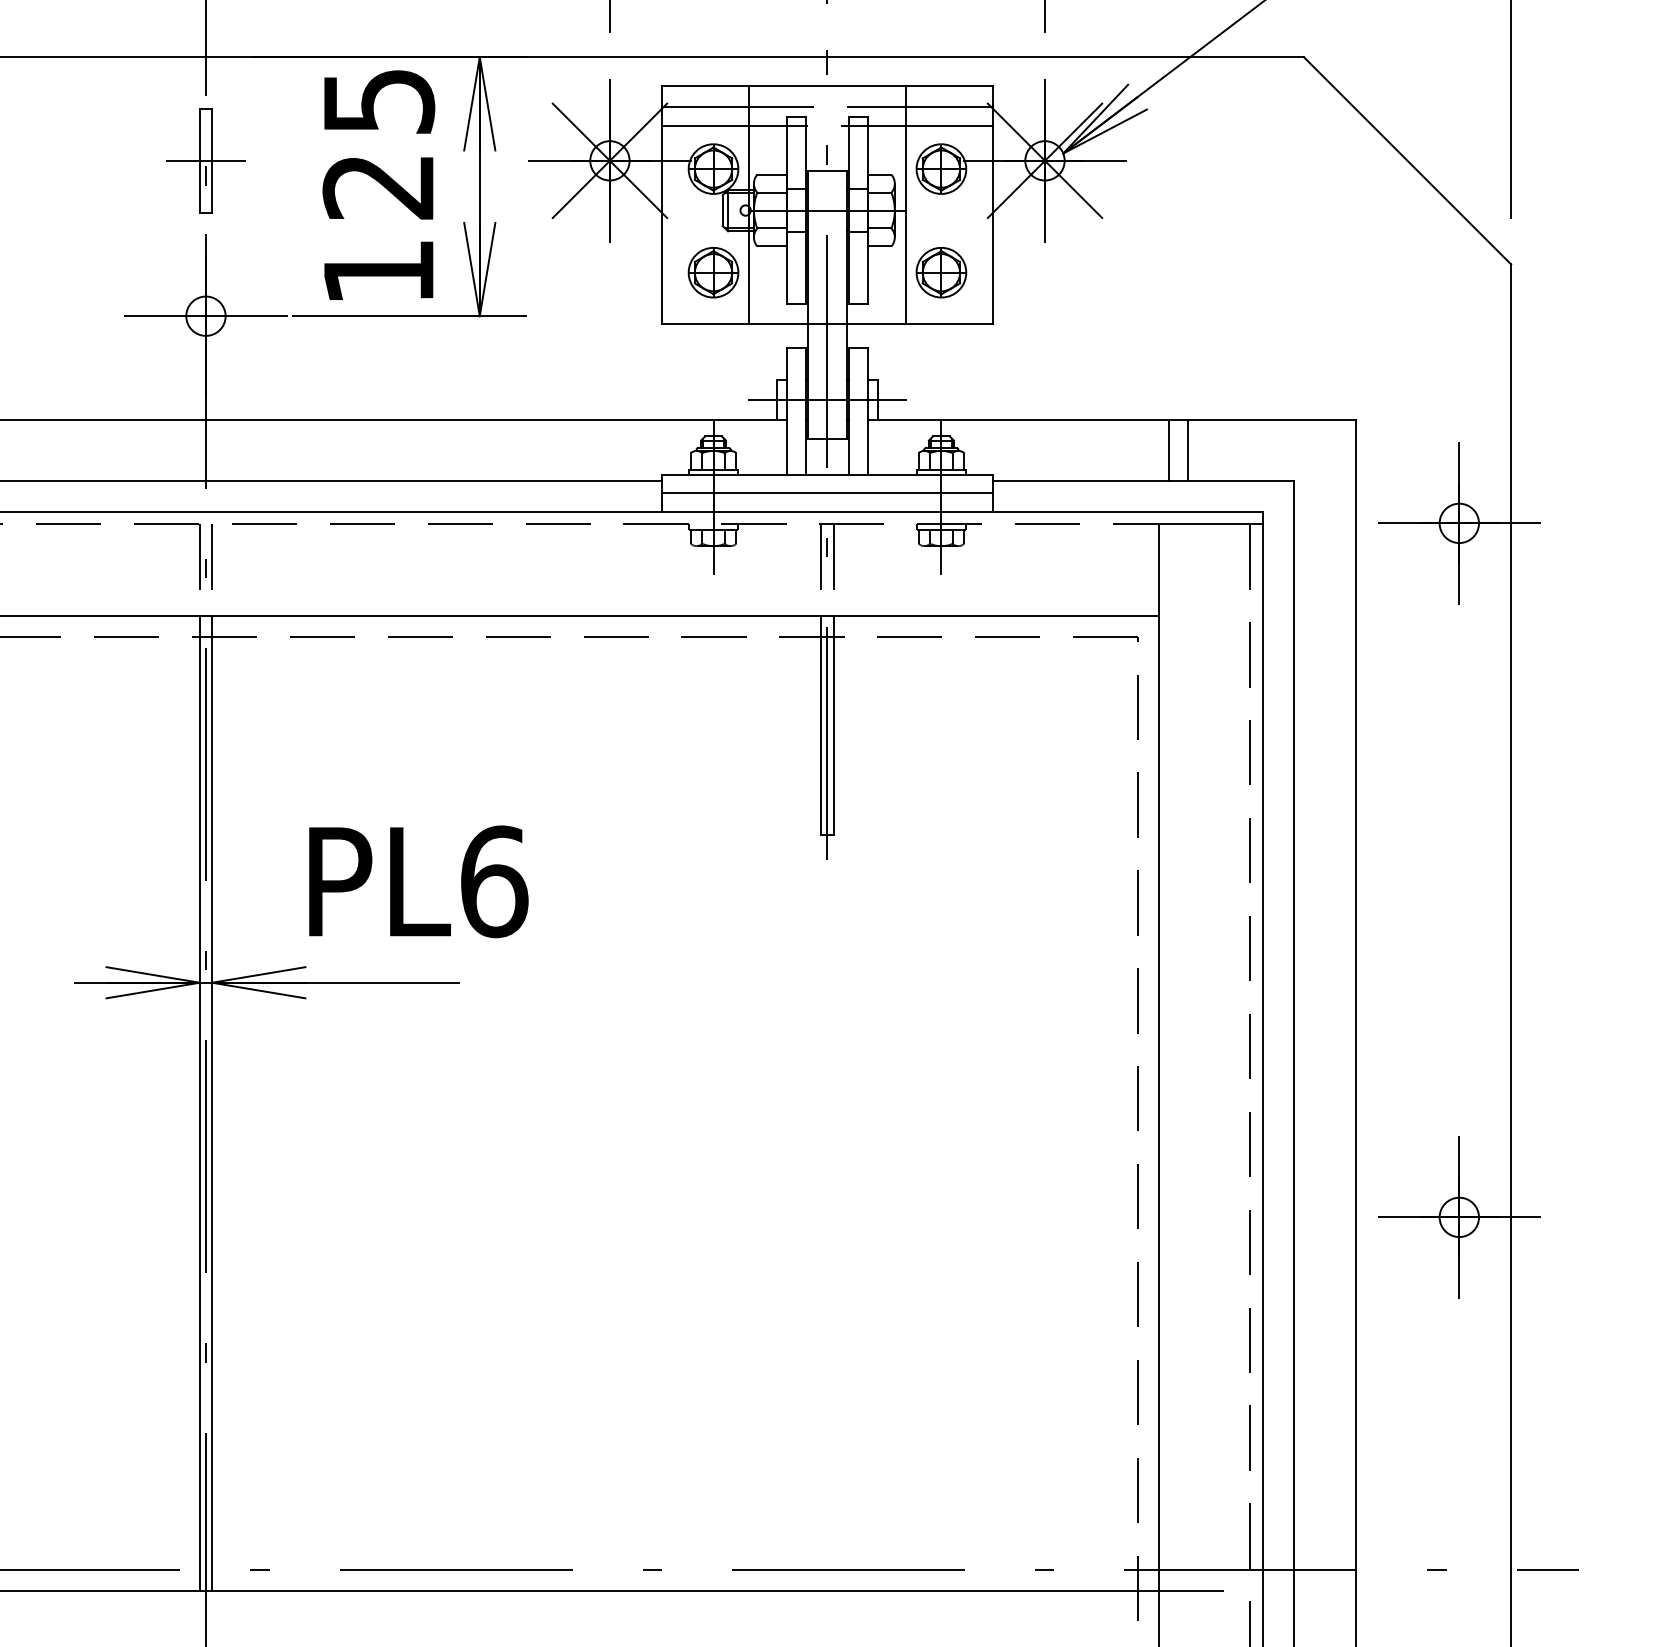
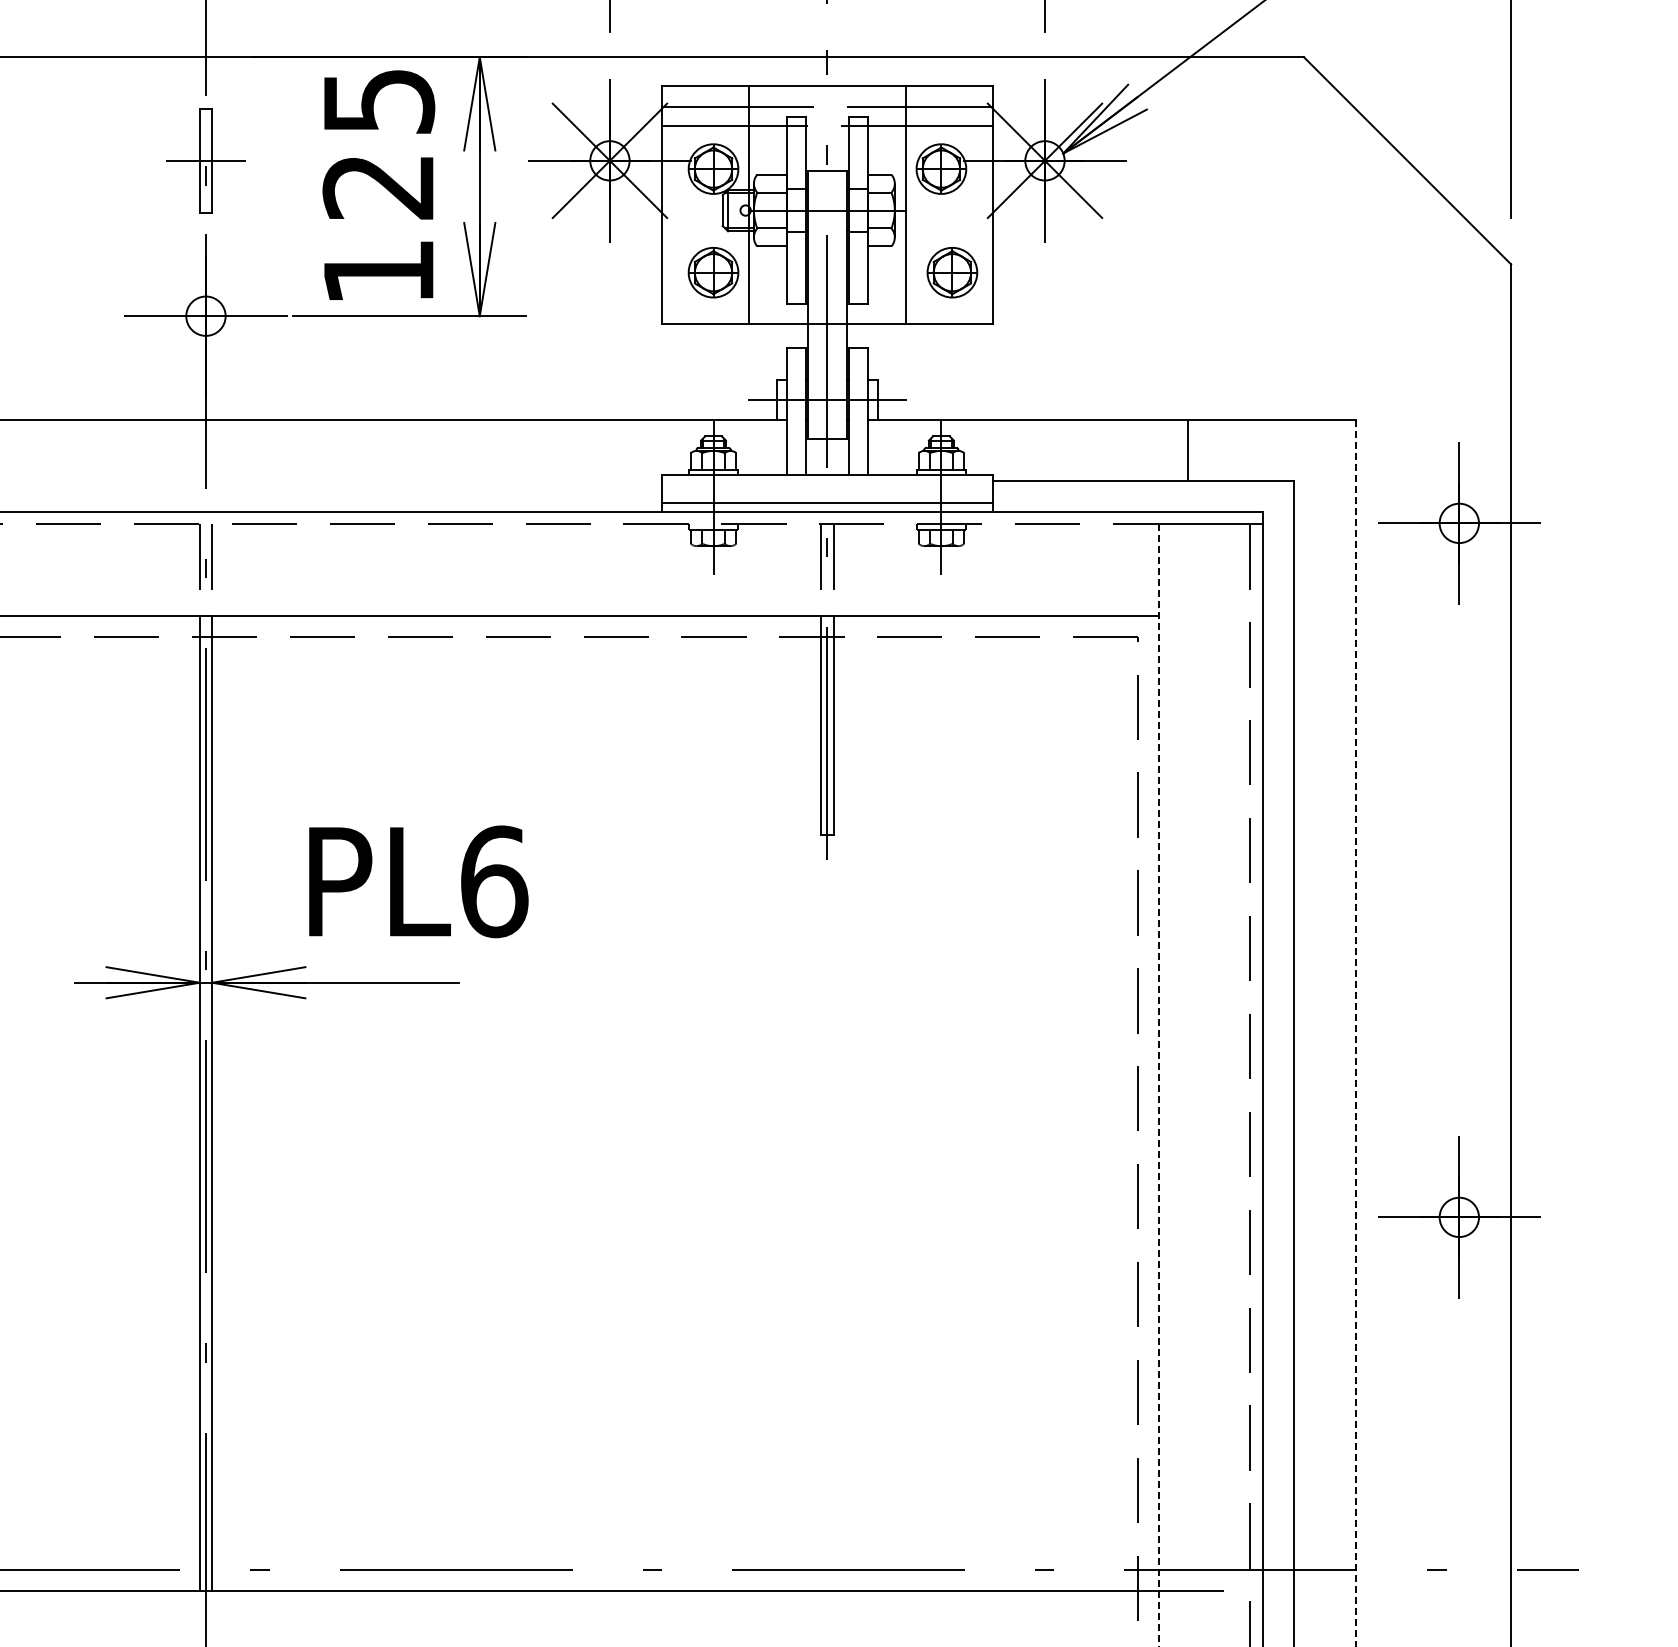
part at (941, 272) position: (941, 272) -> (952, 272)
line at (1169, 449): present -> none
line at (331, 480): present -> none
line at (827, 493) position: (827, 493) -> (827, 503)
line at (1355, 1033): solid -> dashed
line at (1158, 1085): solid -> dashed
